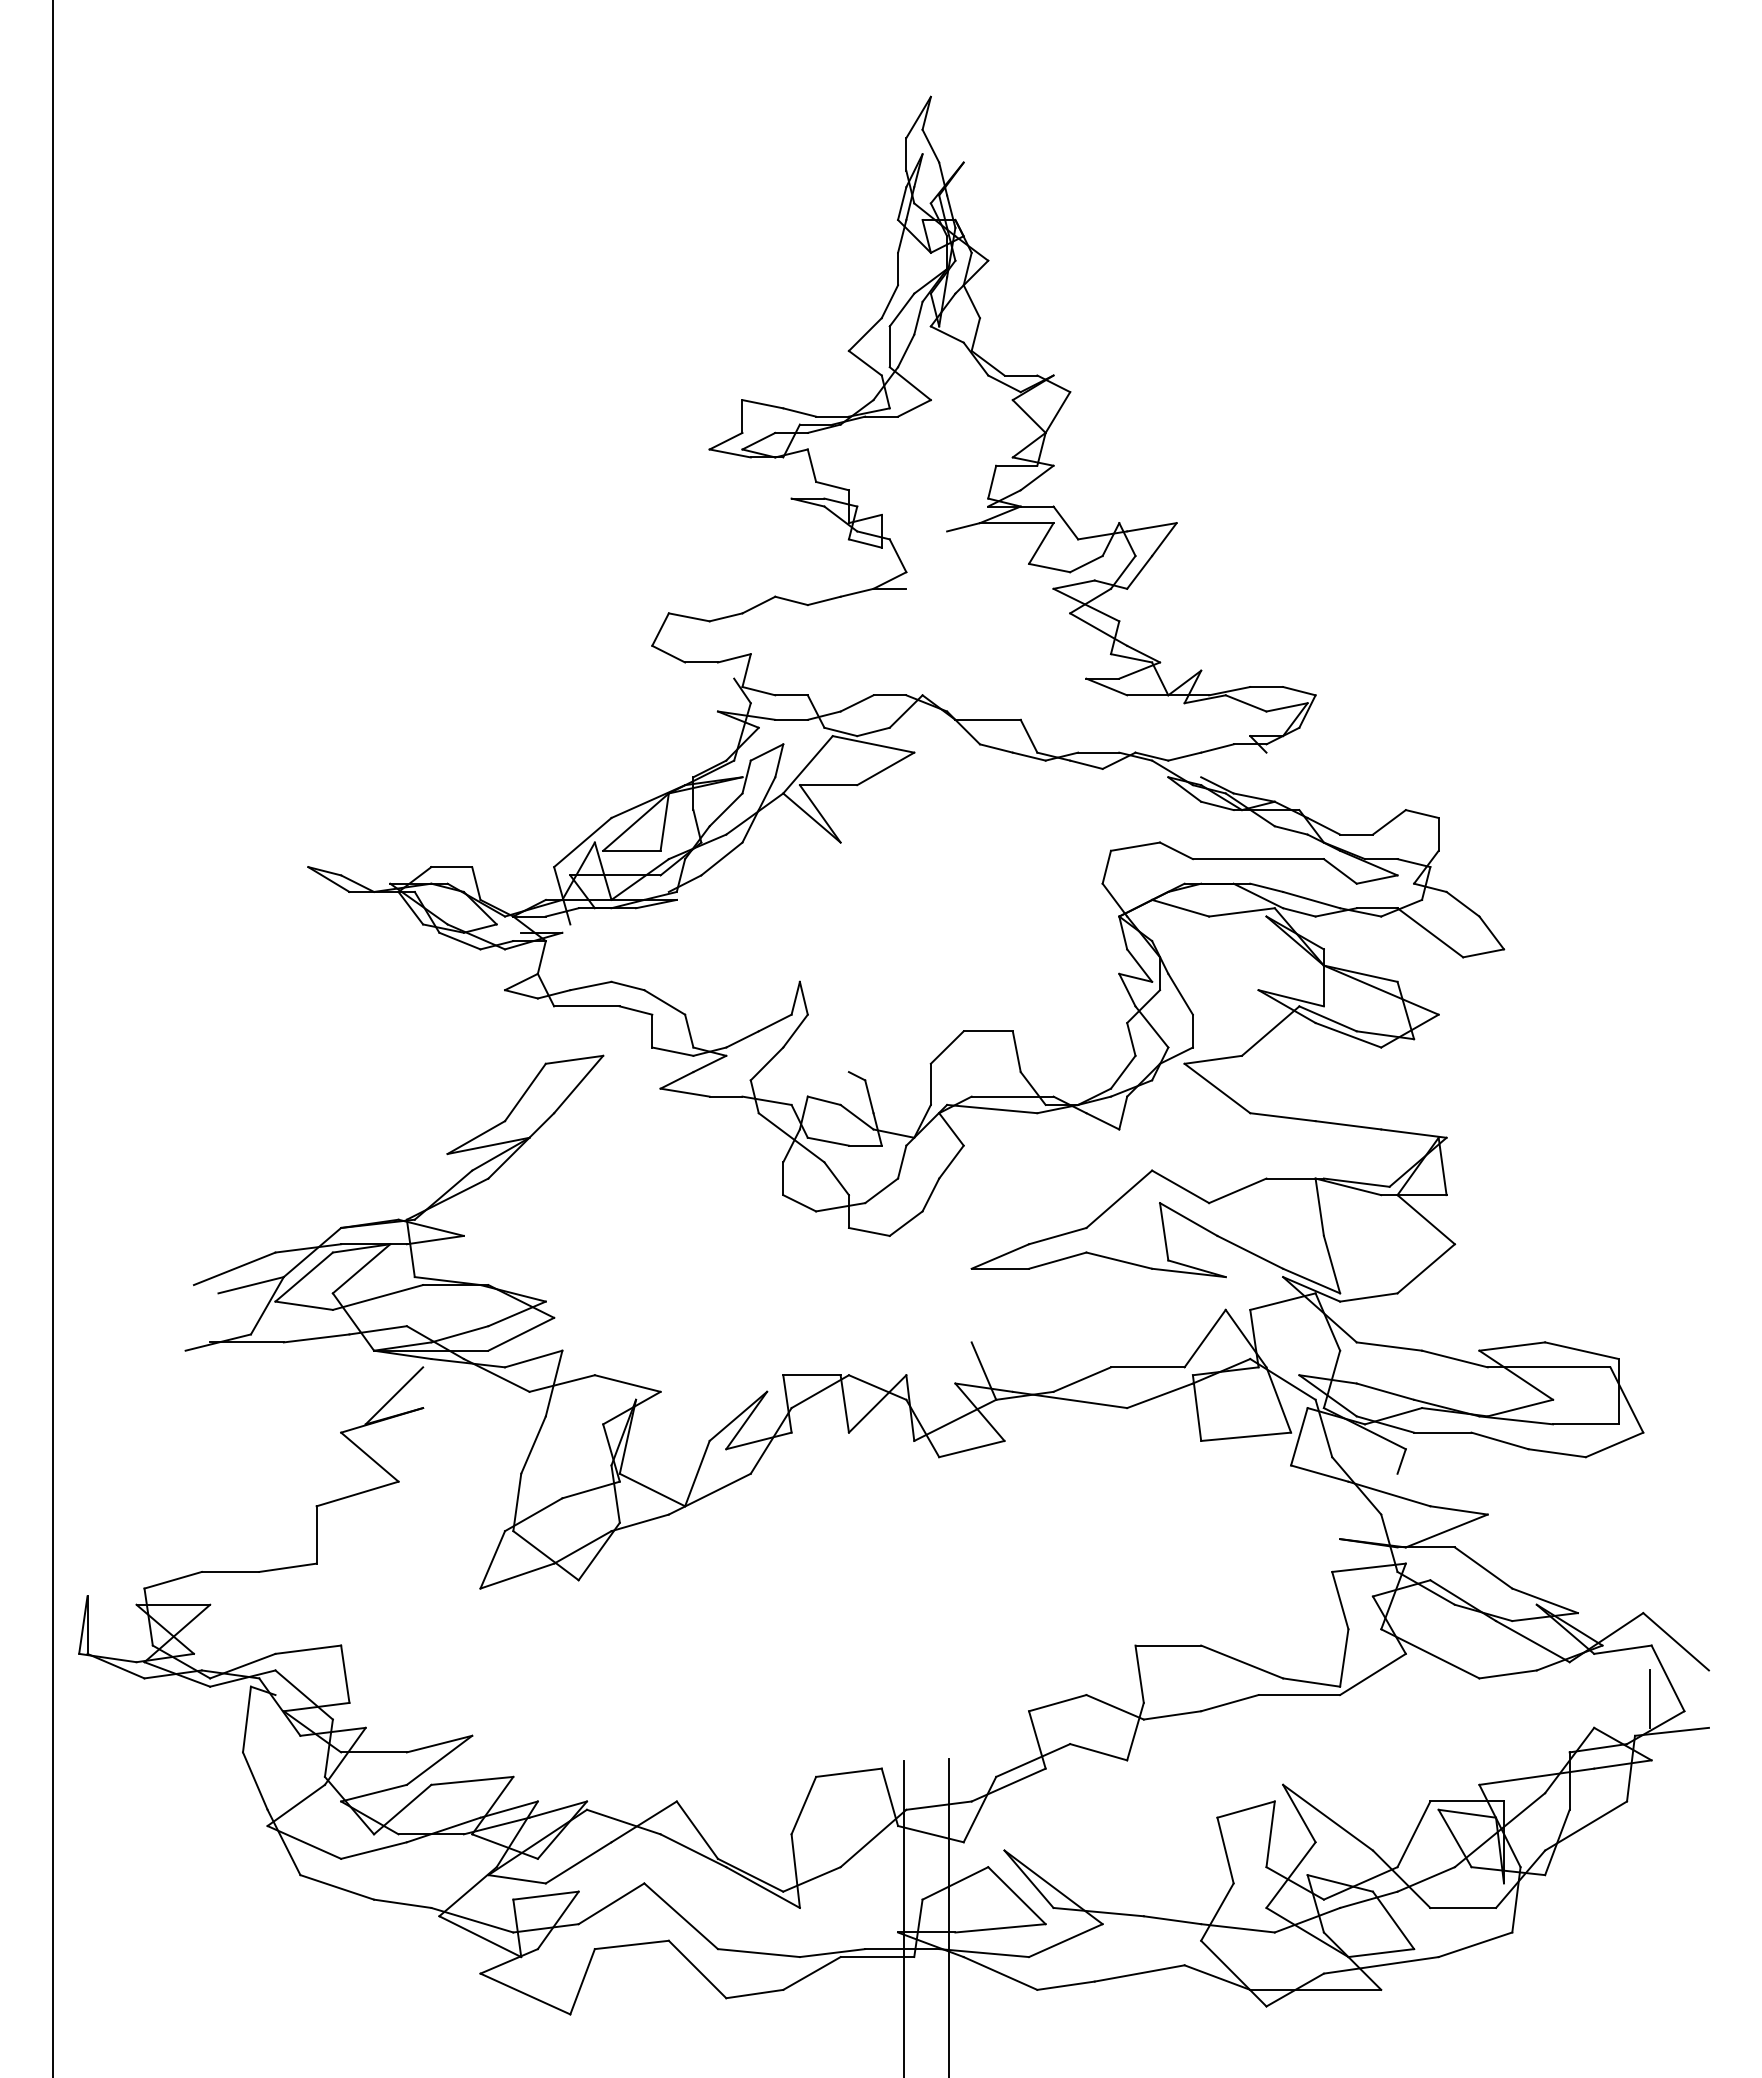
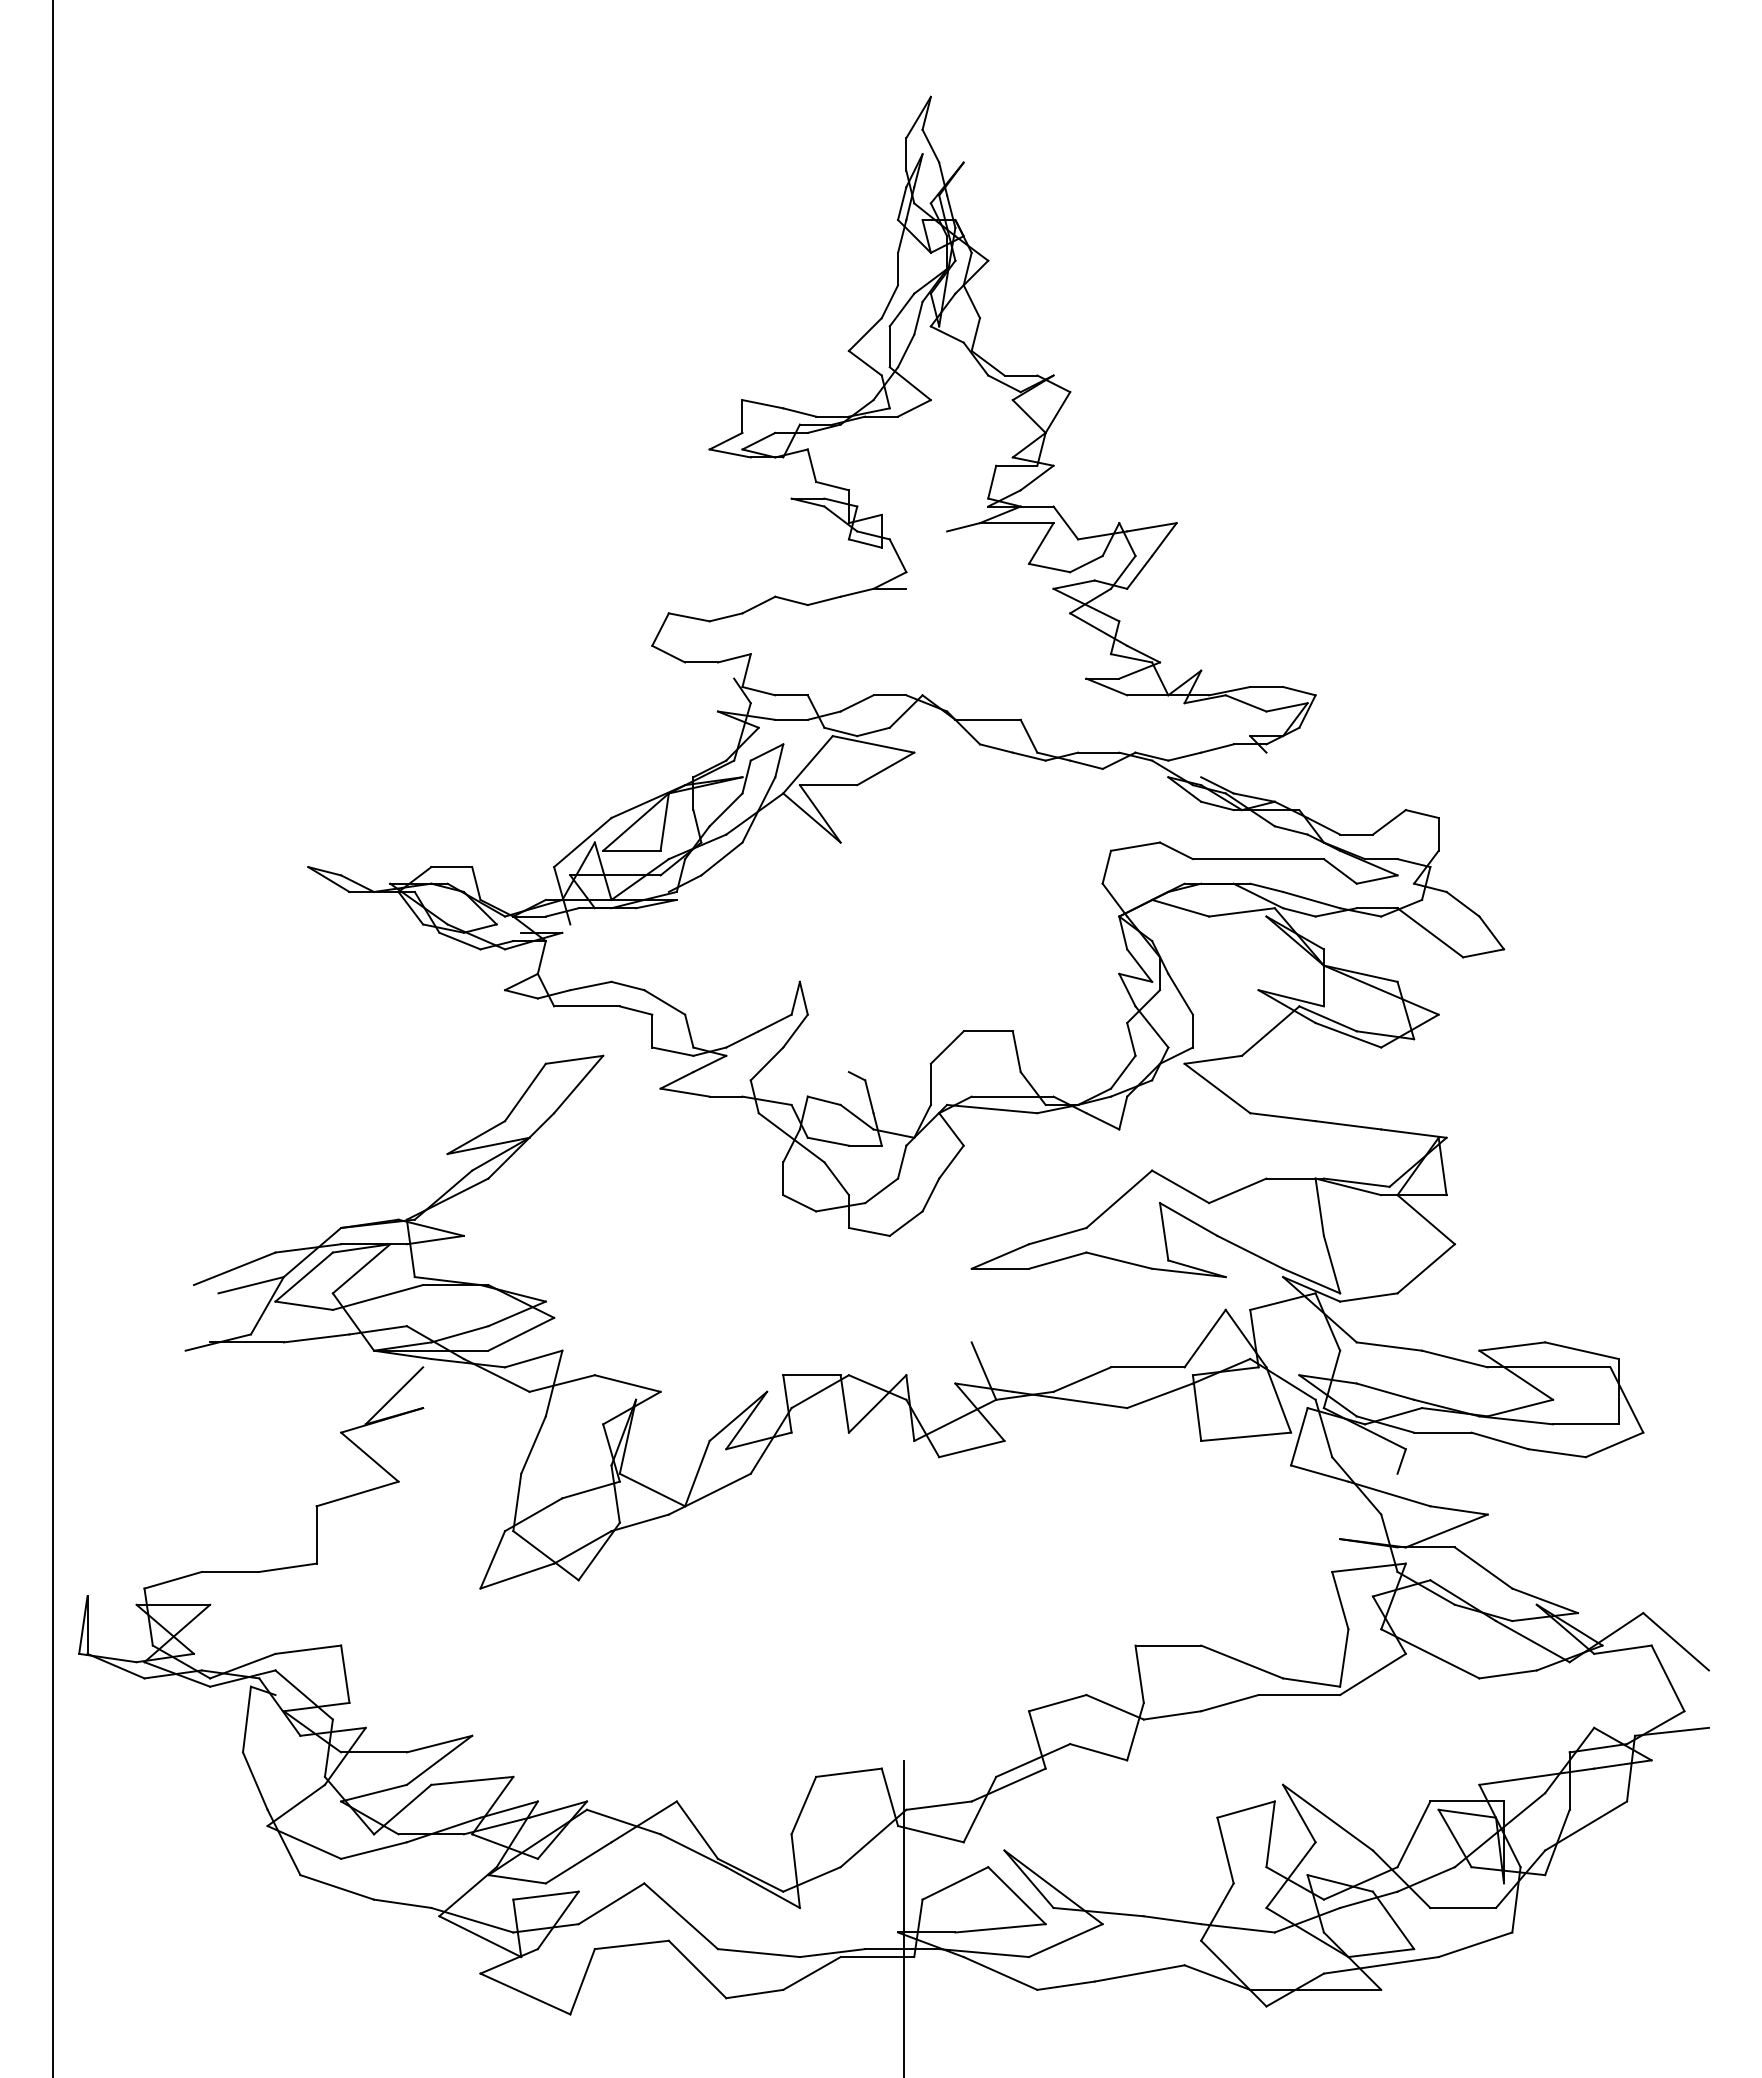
line at (1649, 1698): present -> none
line at (948, 1916): present -> none
